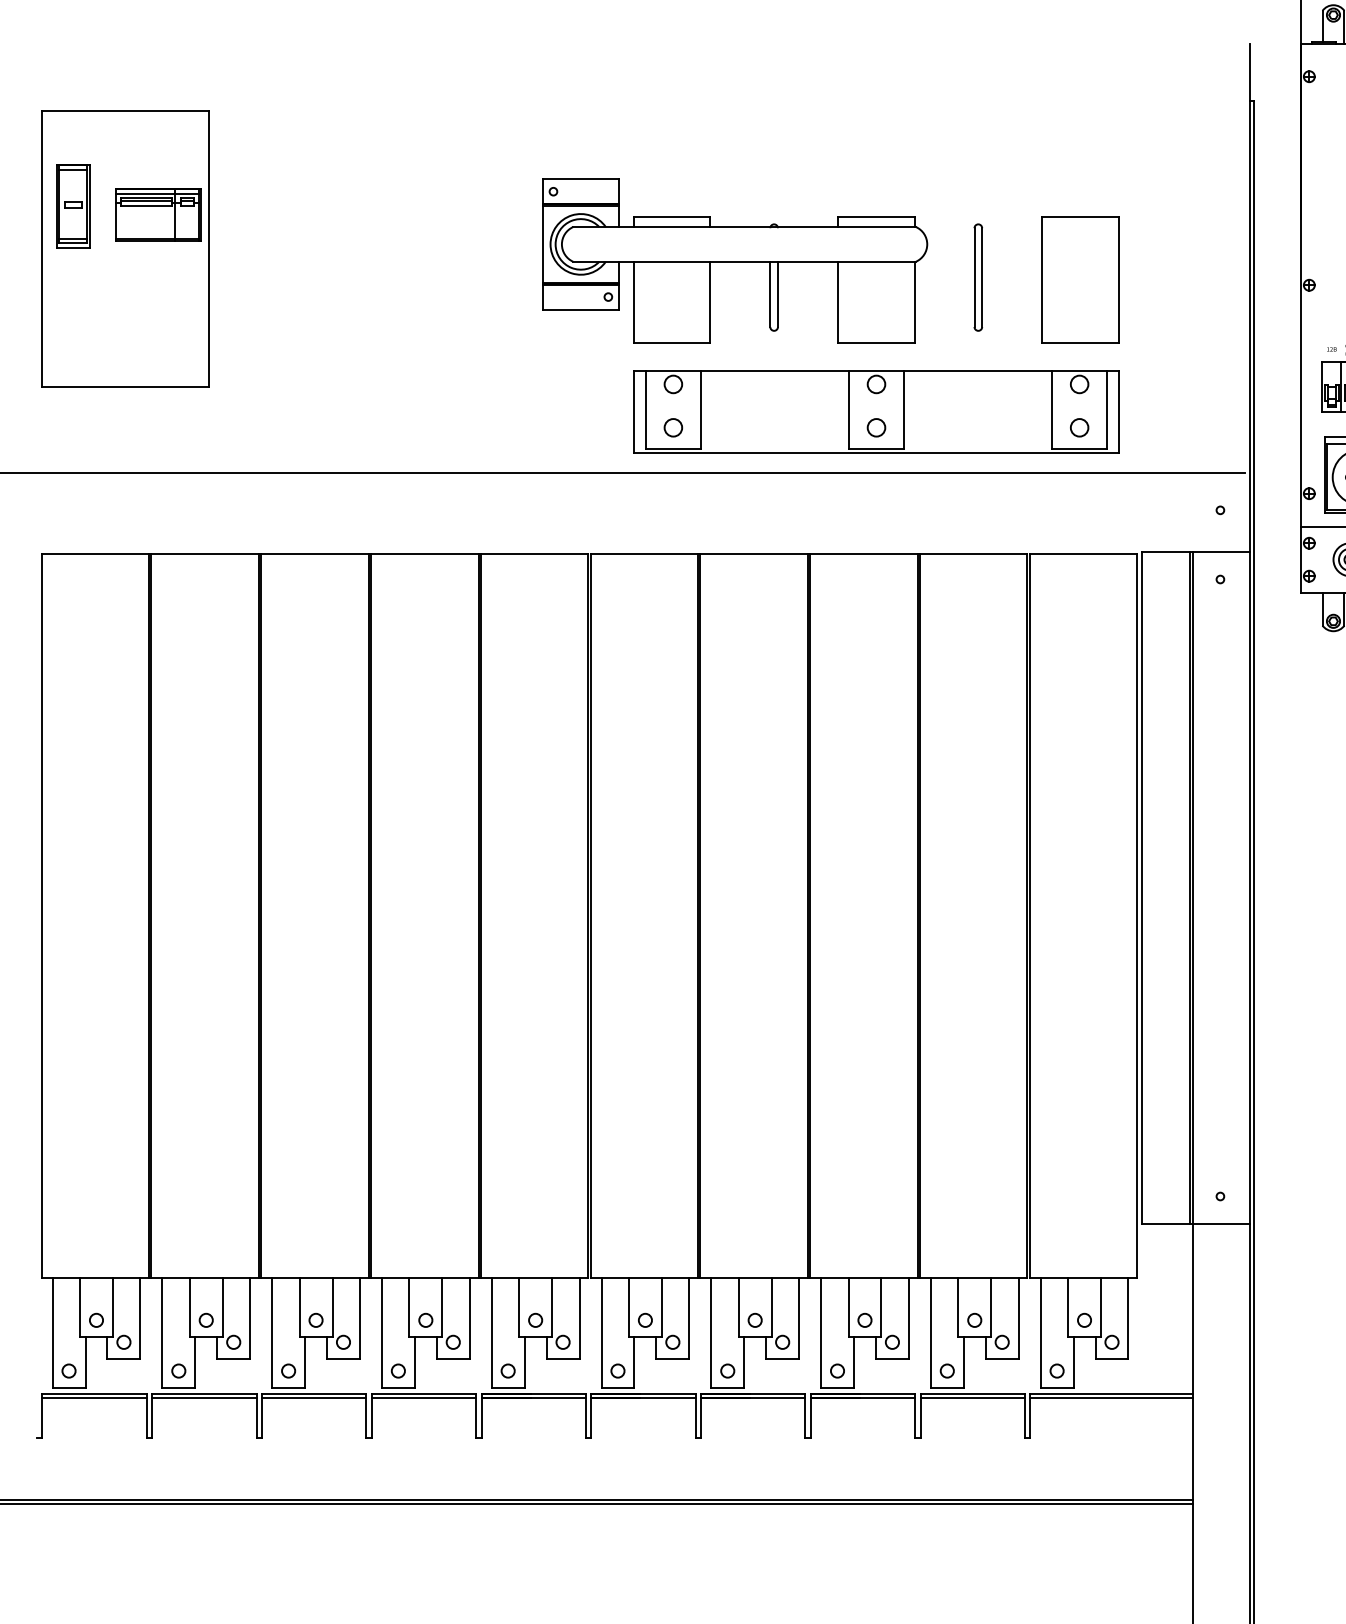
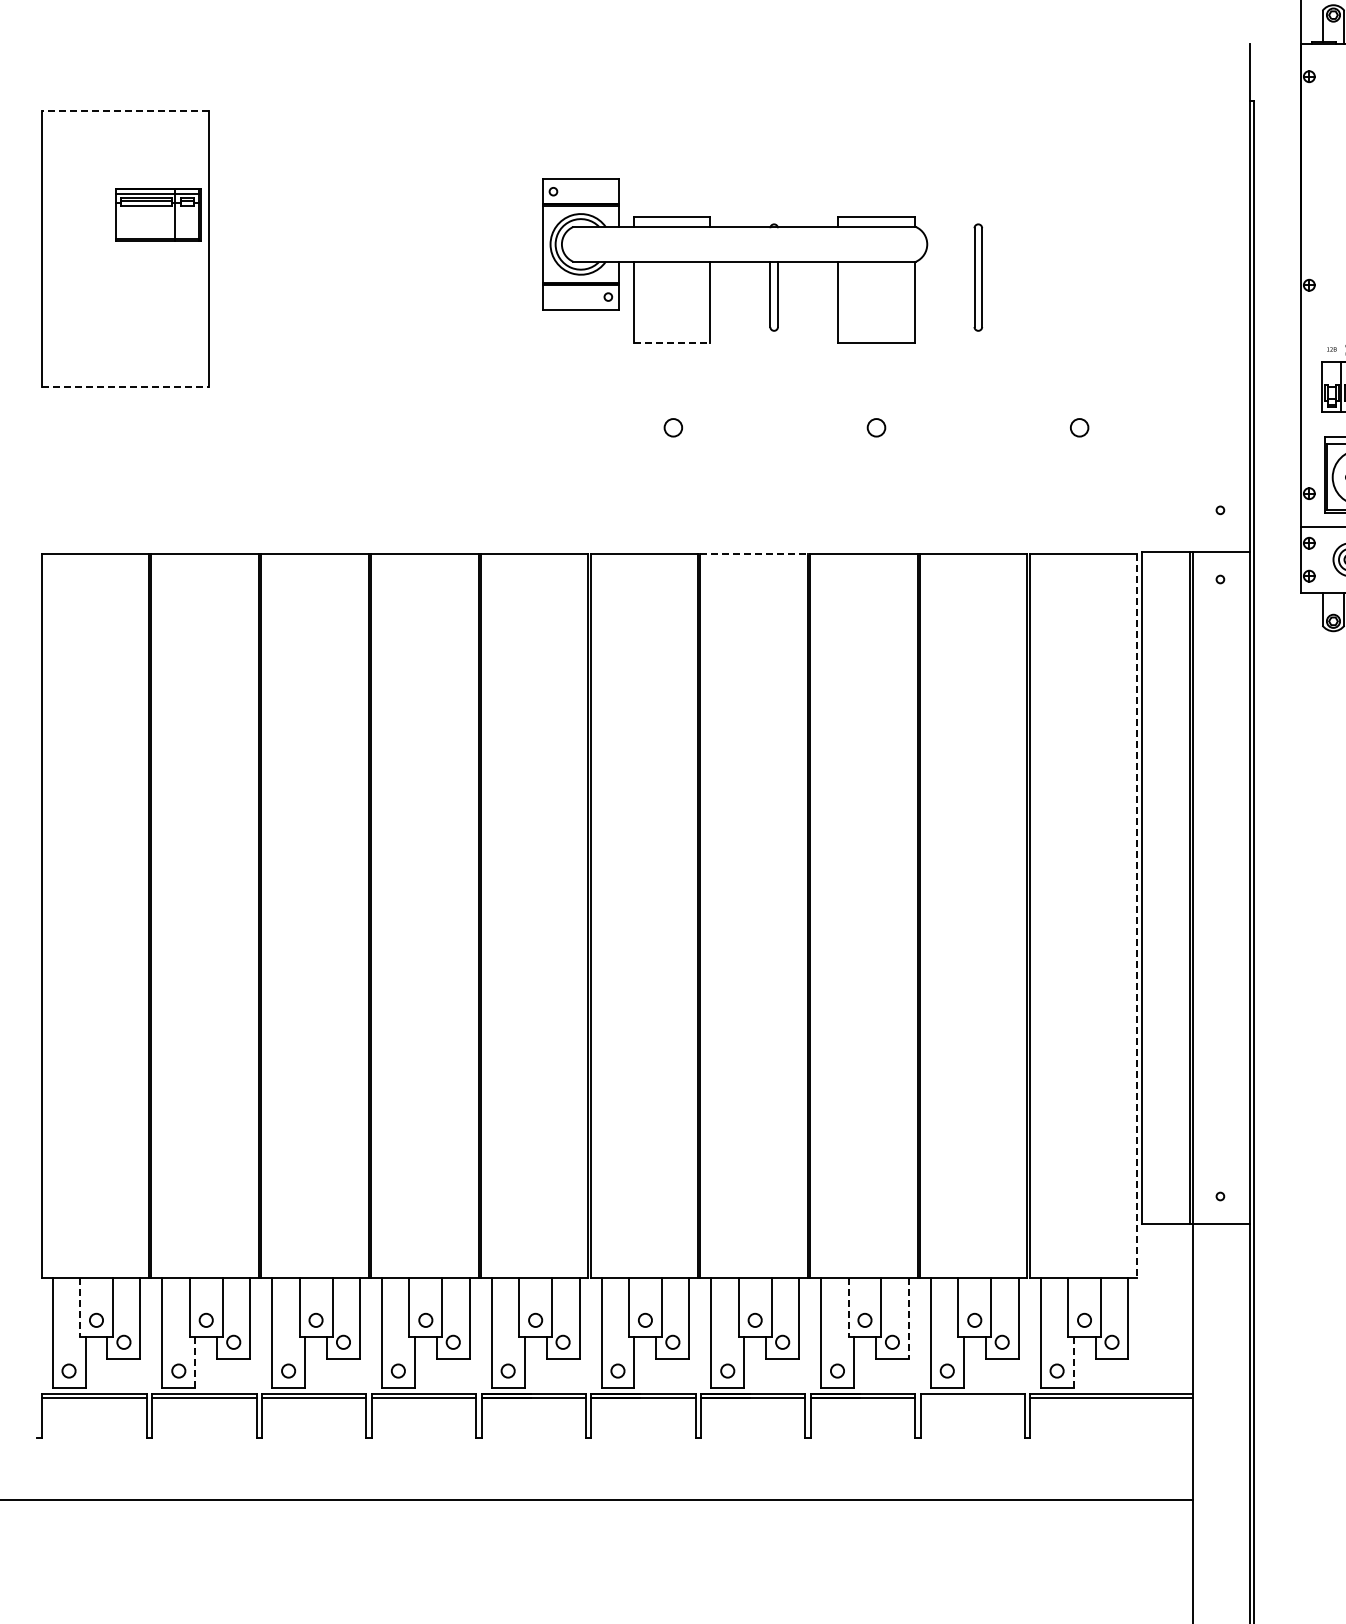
line at (124, 110): solid -> dashed
part at (73, 206): present -> none
part at (1080, 279): present -> none
line at (672, 343): solid -> dashed
line at (125, 387): solid -> dashed
part at (876, 411): present -> none
line at (623, 472): present -> none
line at (754, 554): solid -> dashed
line at (1137, 916): solid -> dashed
line at (80, 1307): solid -> dashed
line at (848, 1307): solid -> dashed
line at (908, 1318): solid -> dashed
line at (195, 1362): solid -> dashed
line at (1073, 1362): solid -> dashed
line at (972, 1397): present -> none
line at (597, 1503): present -> none
